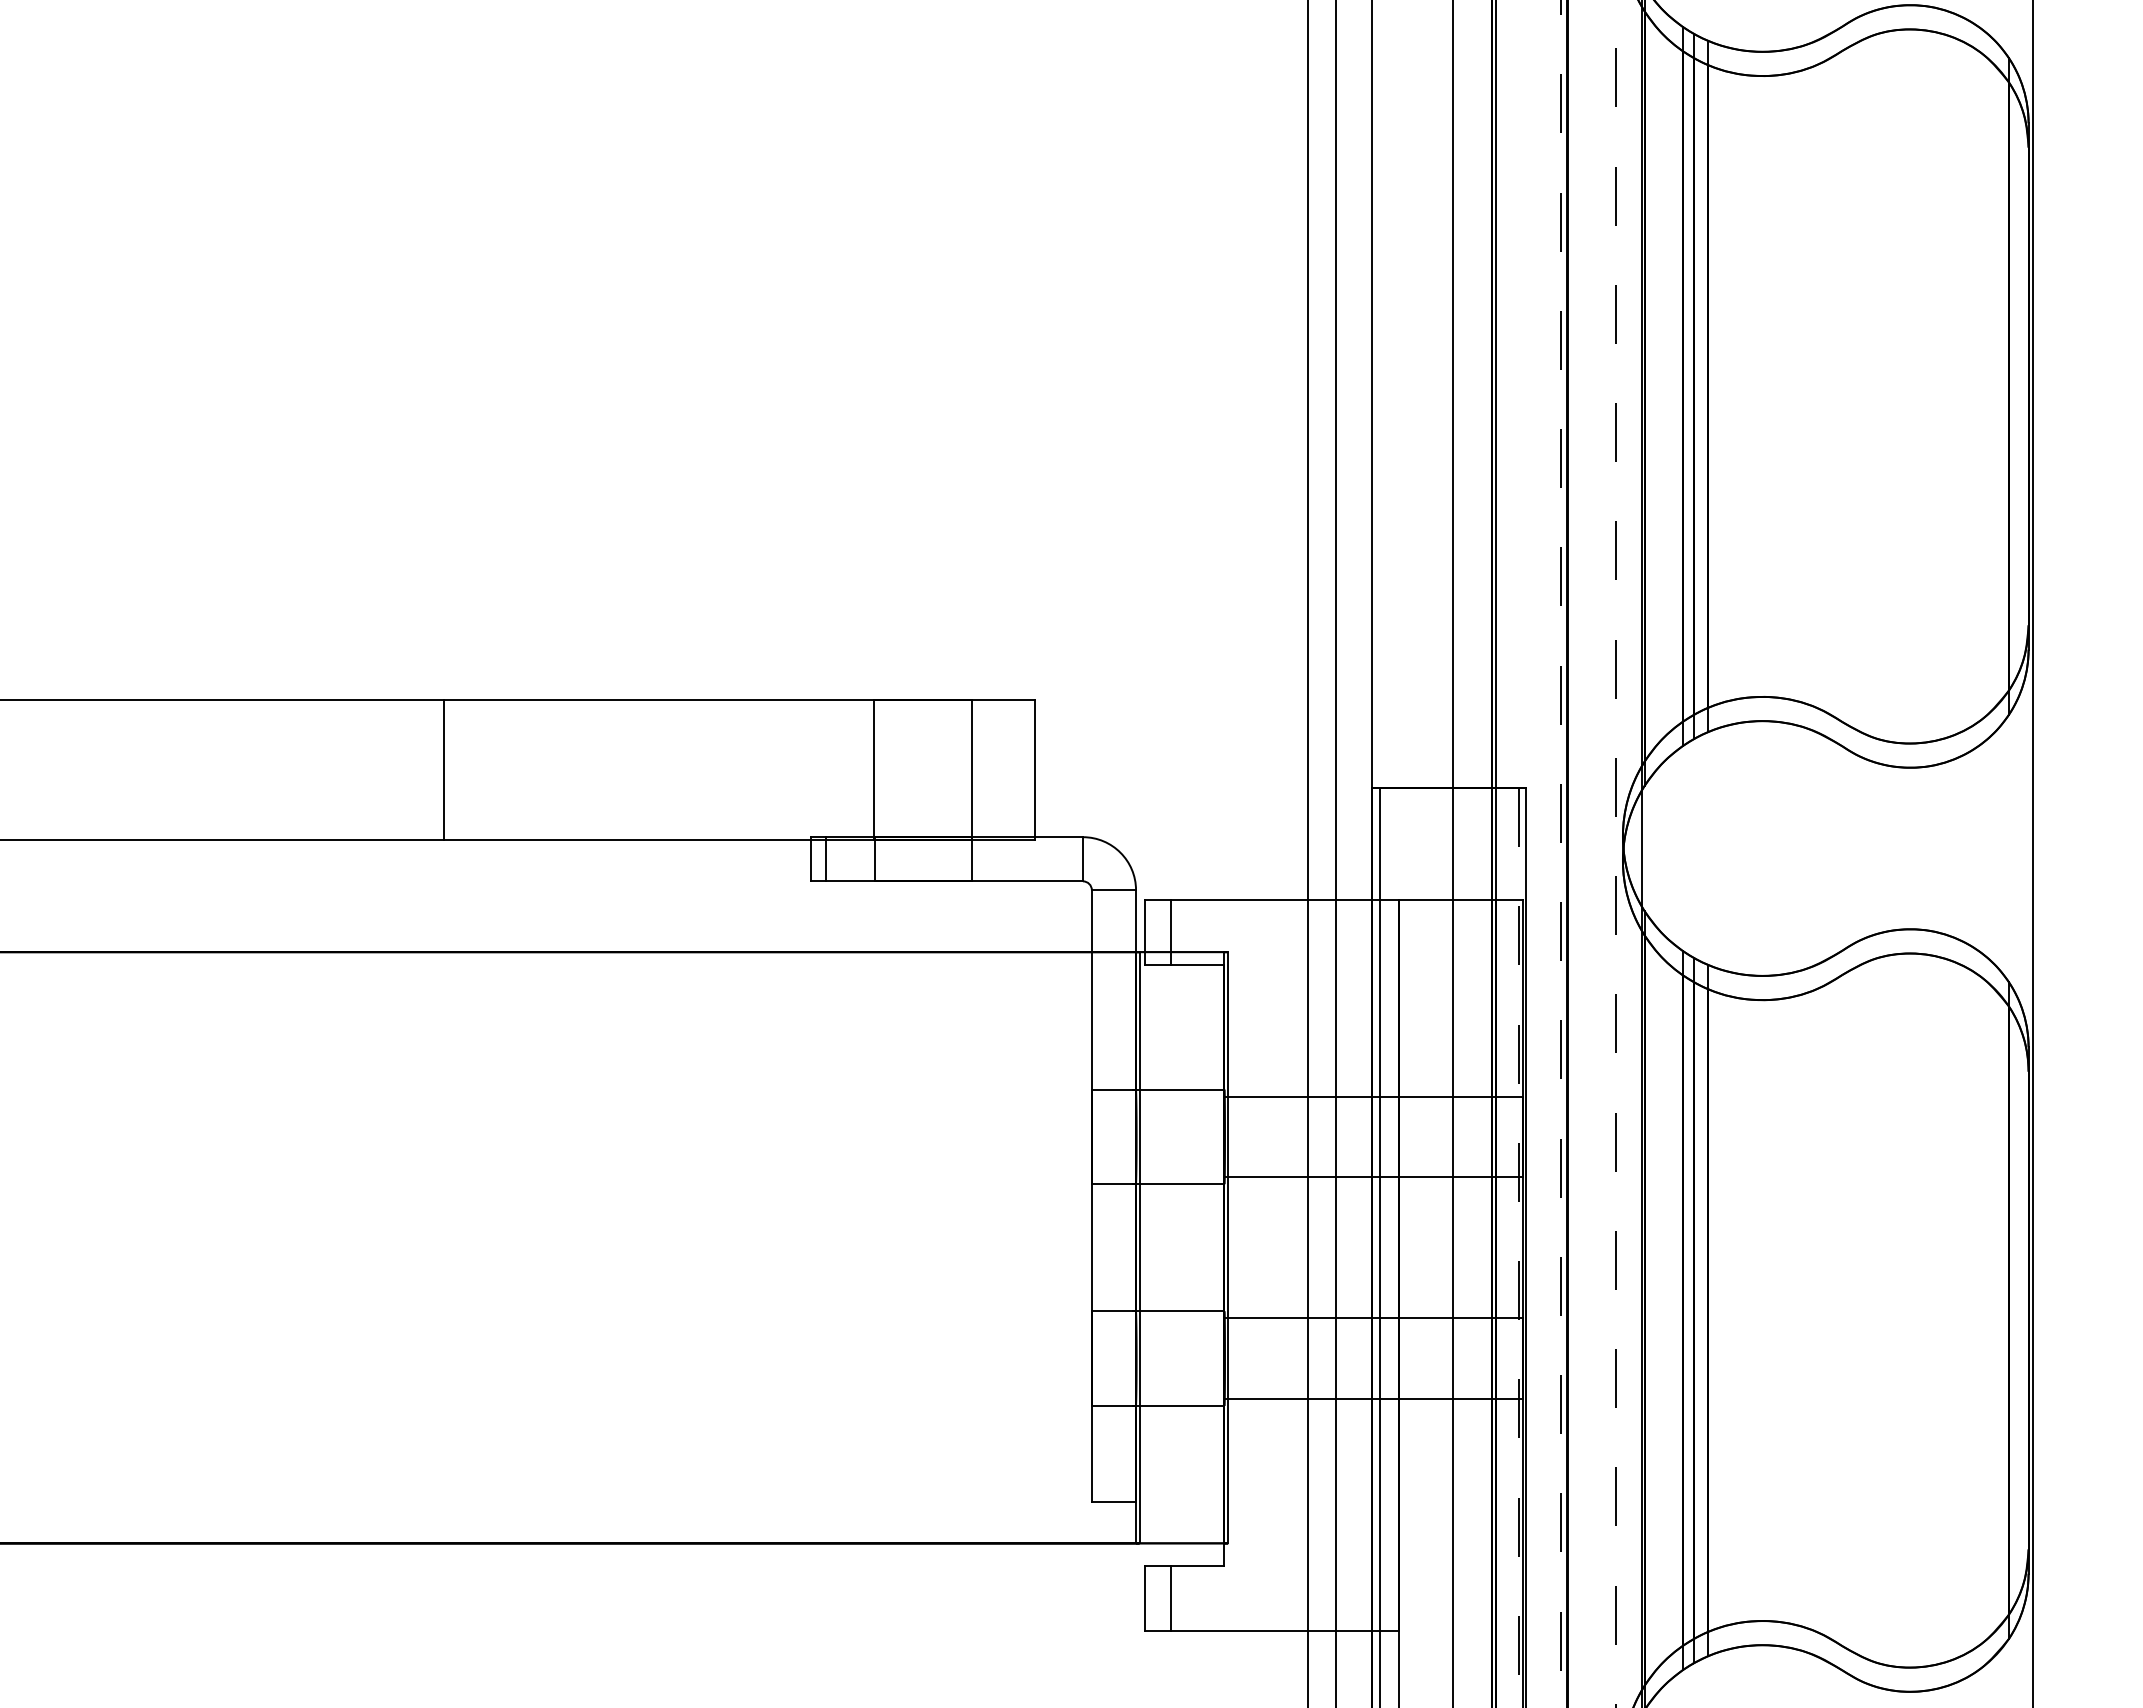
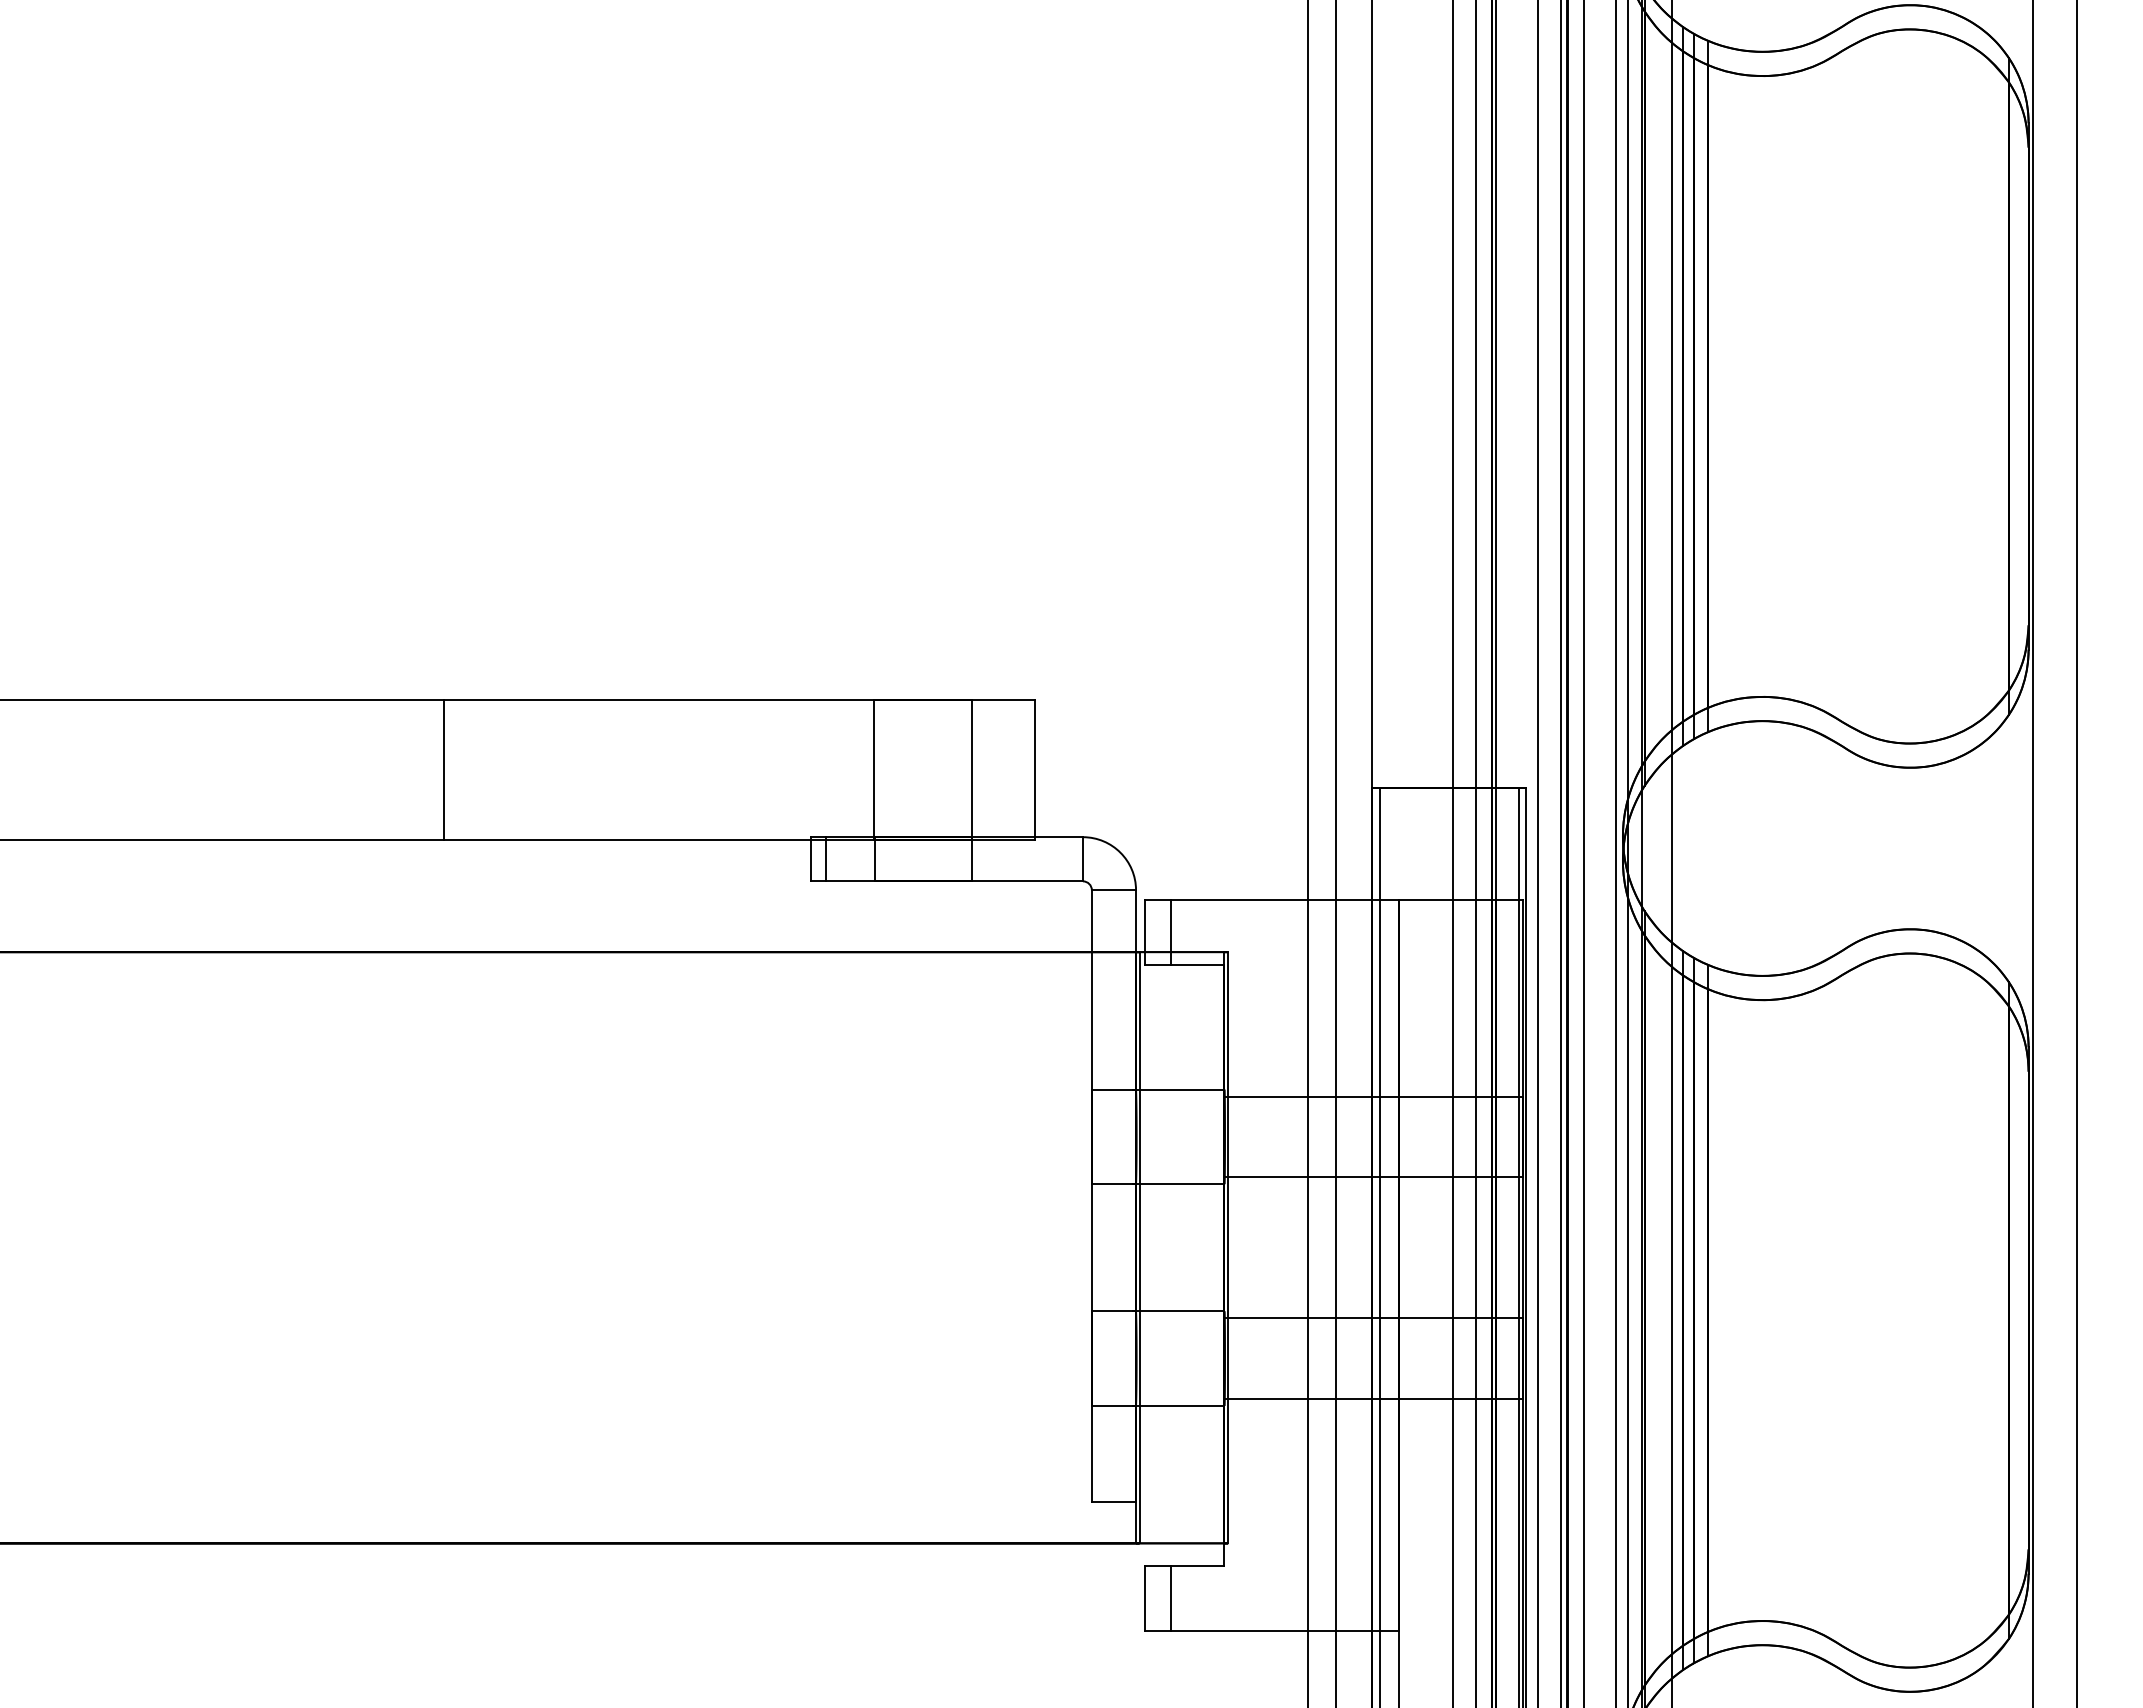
line at (1476, 853): none -> present
line at (1537, 853): none -> present
line at (1560, 853): dashed -> solid
line at (1584, 853): none -> present
line at (1615, 853): dashed -> solid
line at (1627, 853): none -> present
line at (1671, 853): none -> present
line at (2076, 853): none -> present
line at (1518, 1248): dashed -> solid
